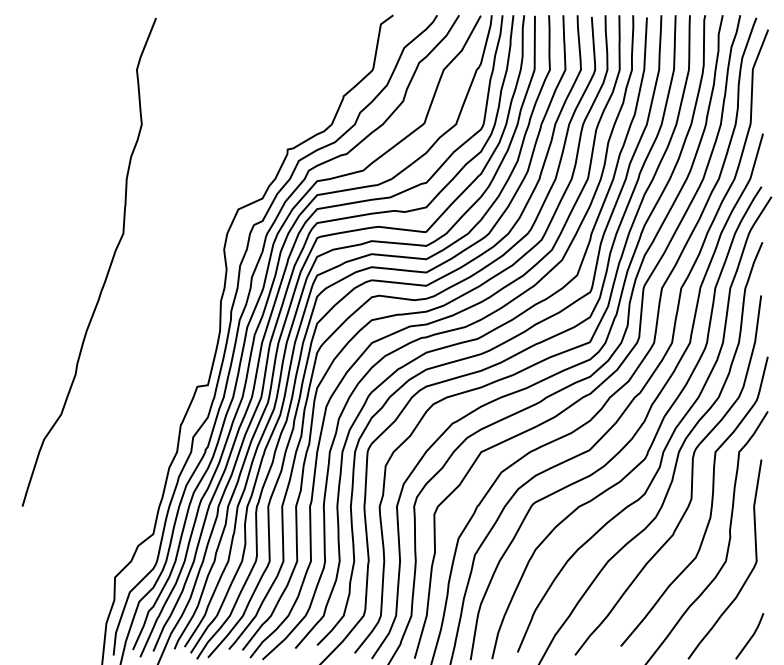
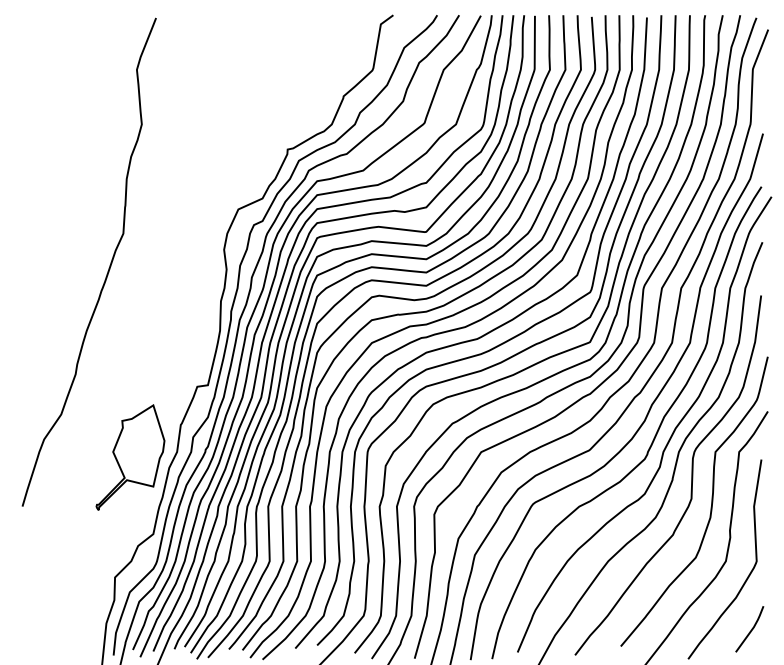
part at (130, 457): none -> present
line at (750, 637) position: (750, 637) -> (750, 630)
